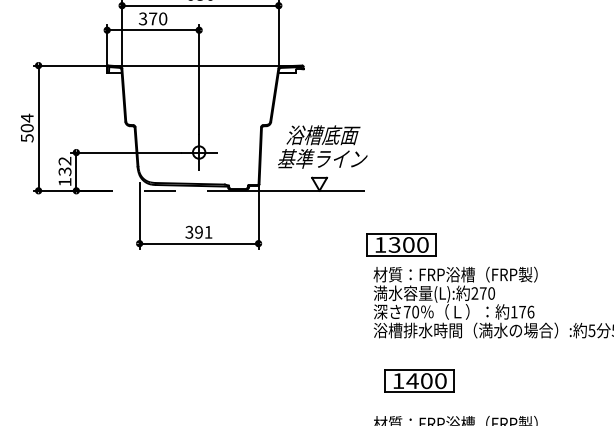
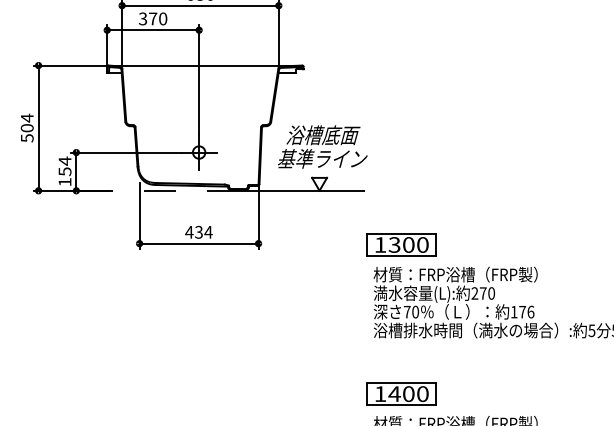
text at (64, 165): 132 -> 154
text at (198, 231): 391 -> 434
part at (419, 380) position: (419, 380) -> (401, 393)
